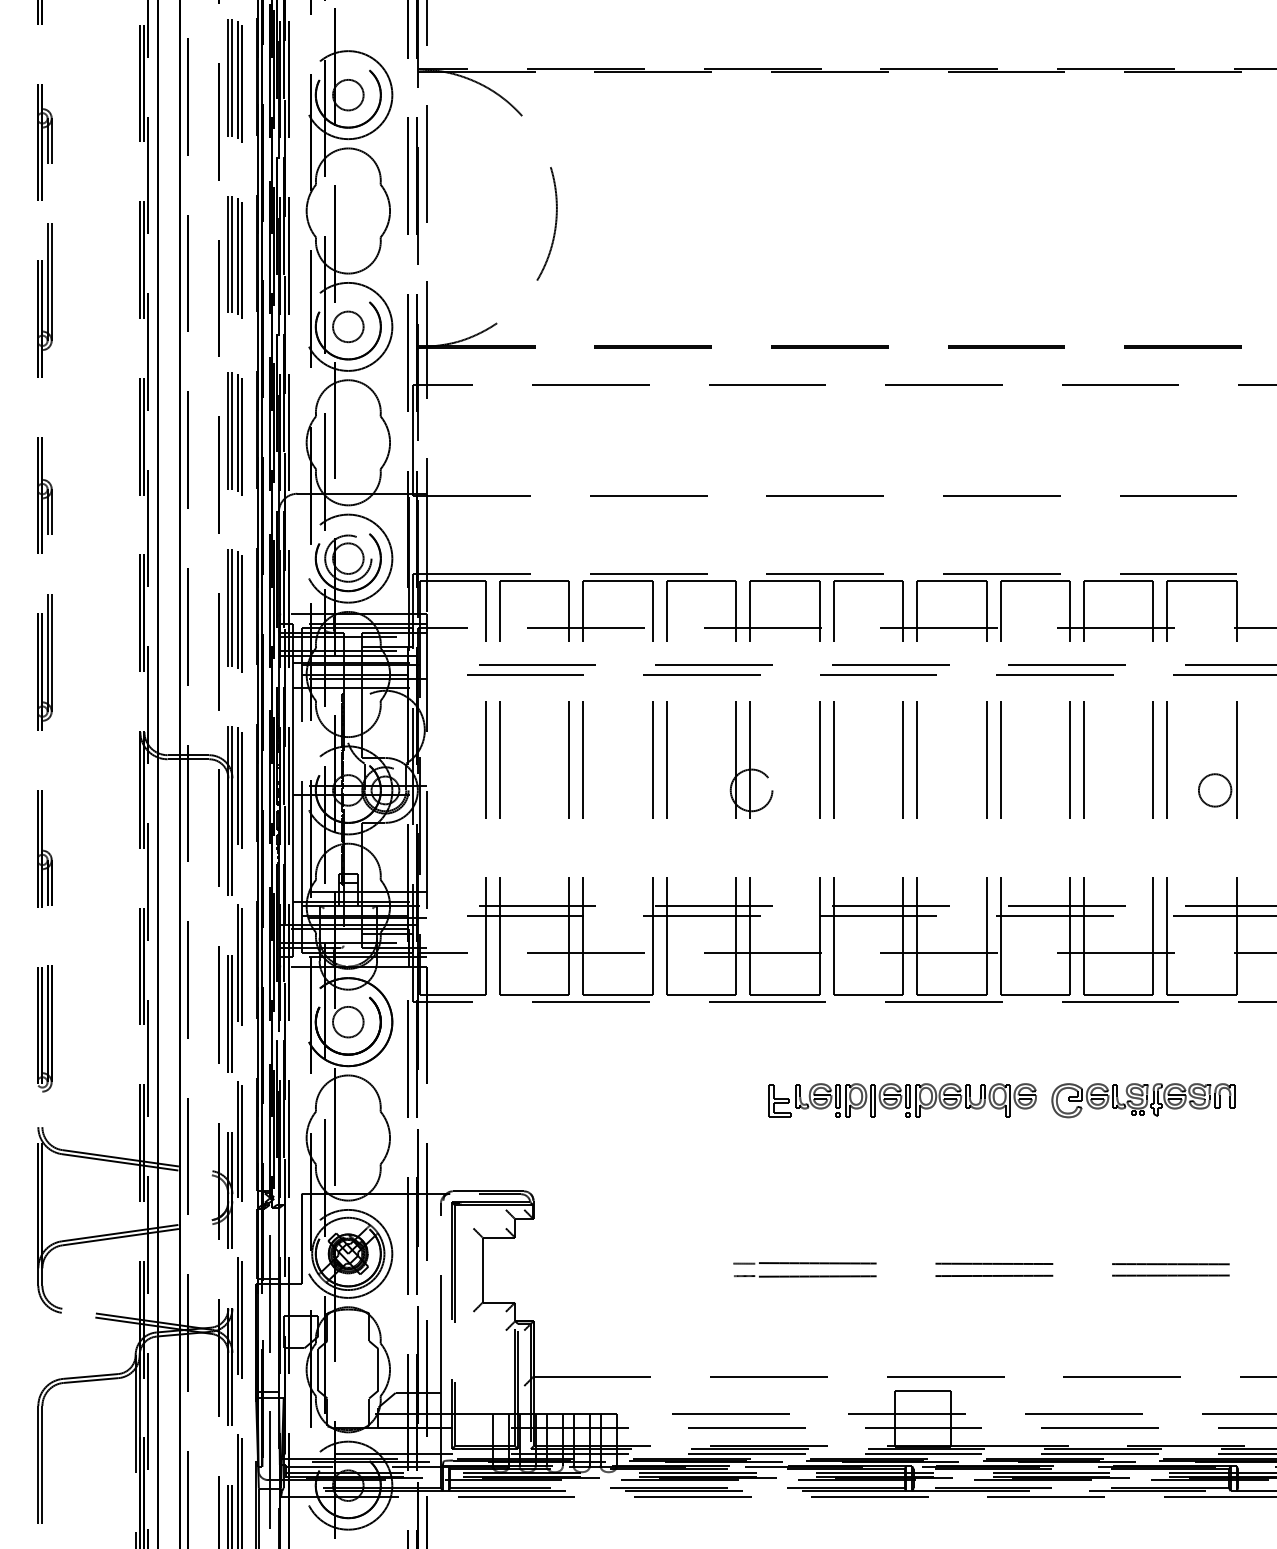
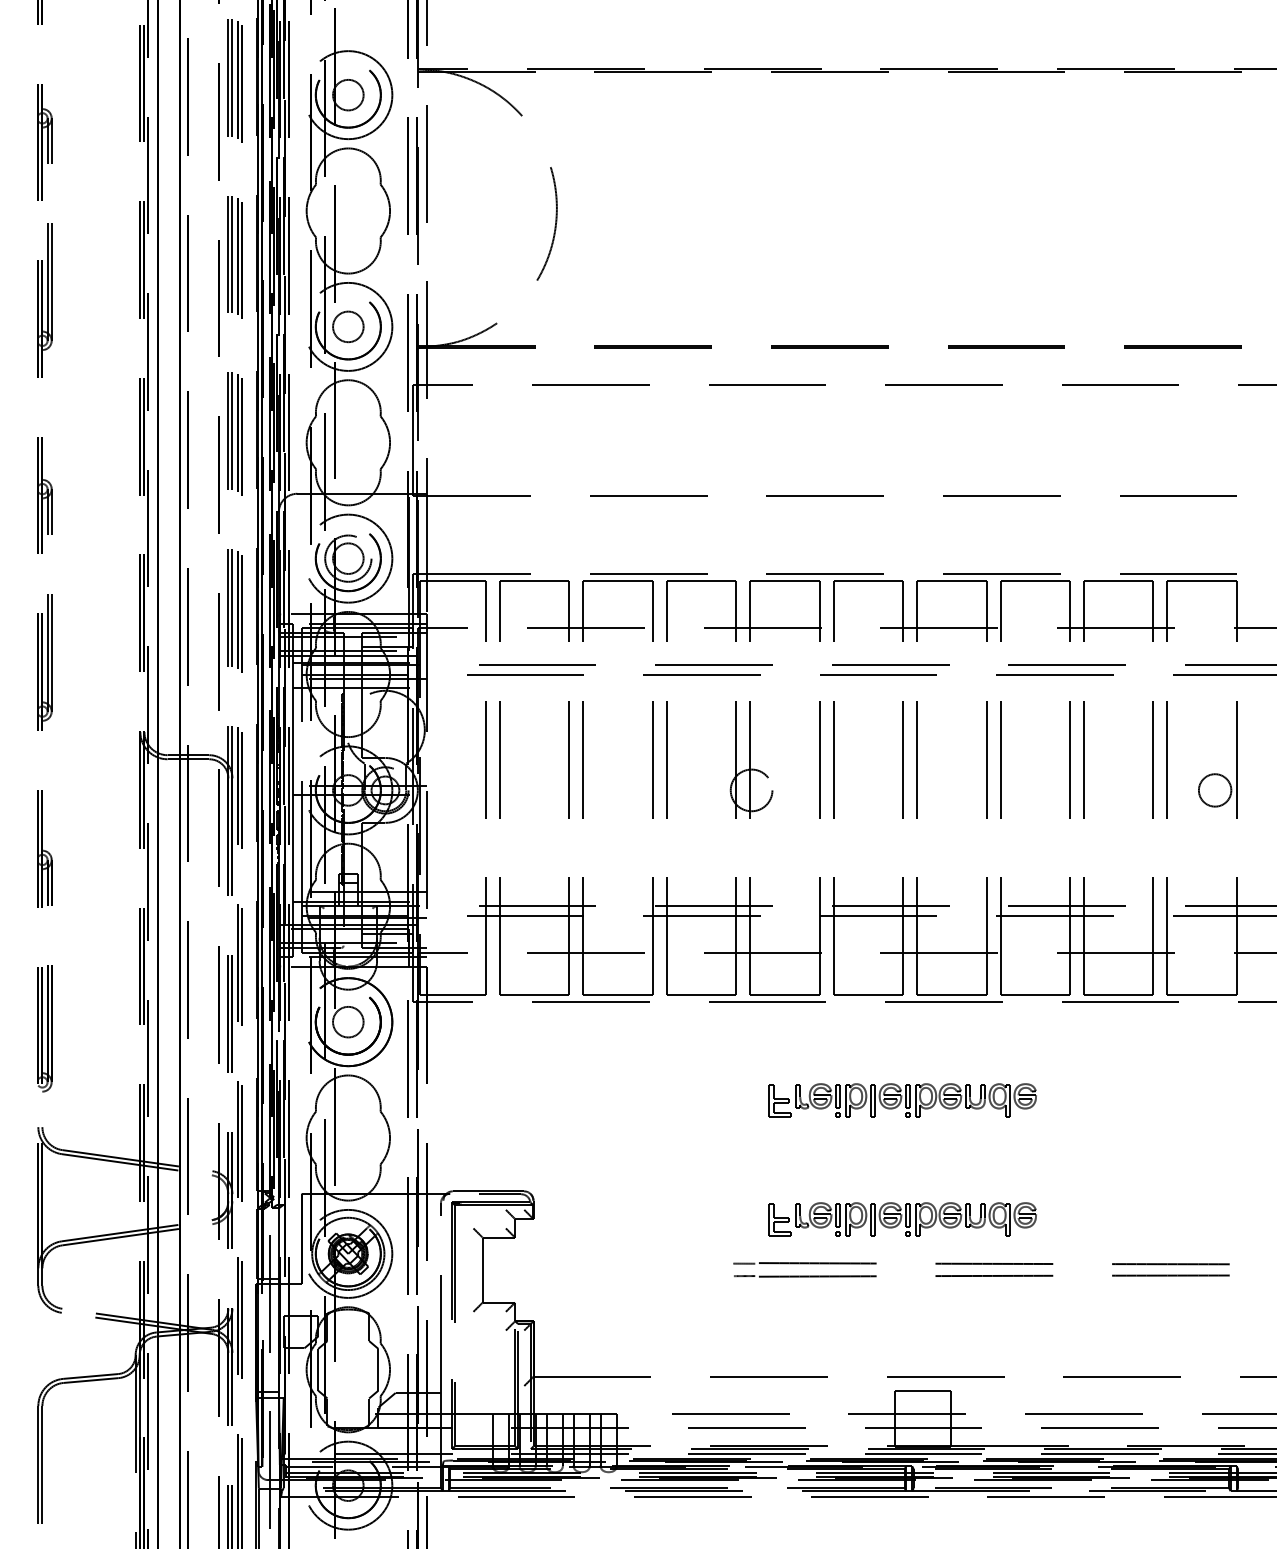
part at (1143, 1100): present -> none
part at (902, 1219): none -> present
